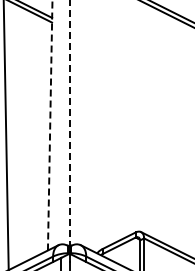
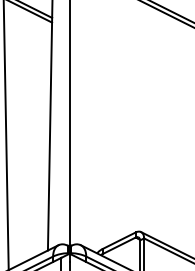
line at (69, 124): dashed -> solid
line at (50, 125): dashed -> solid
